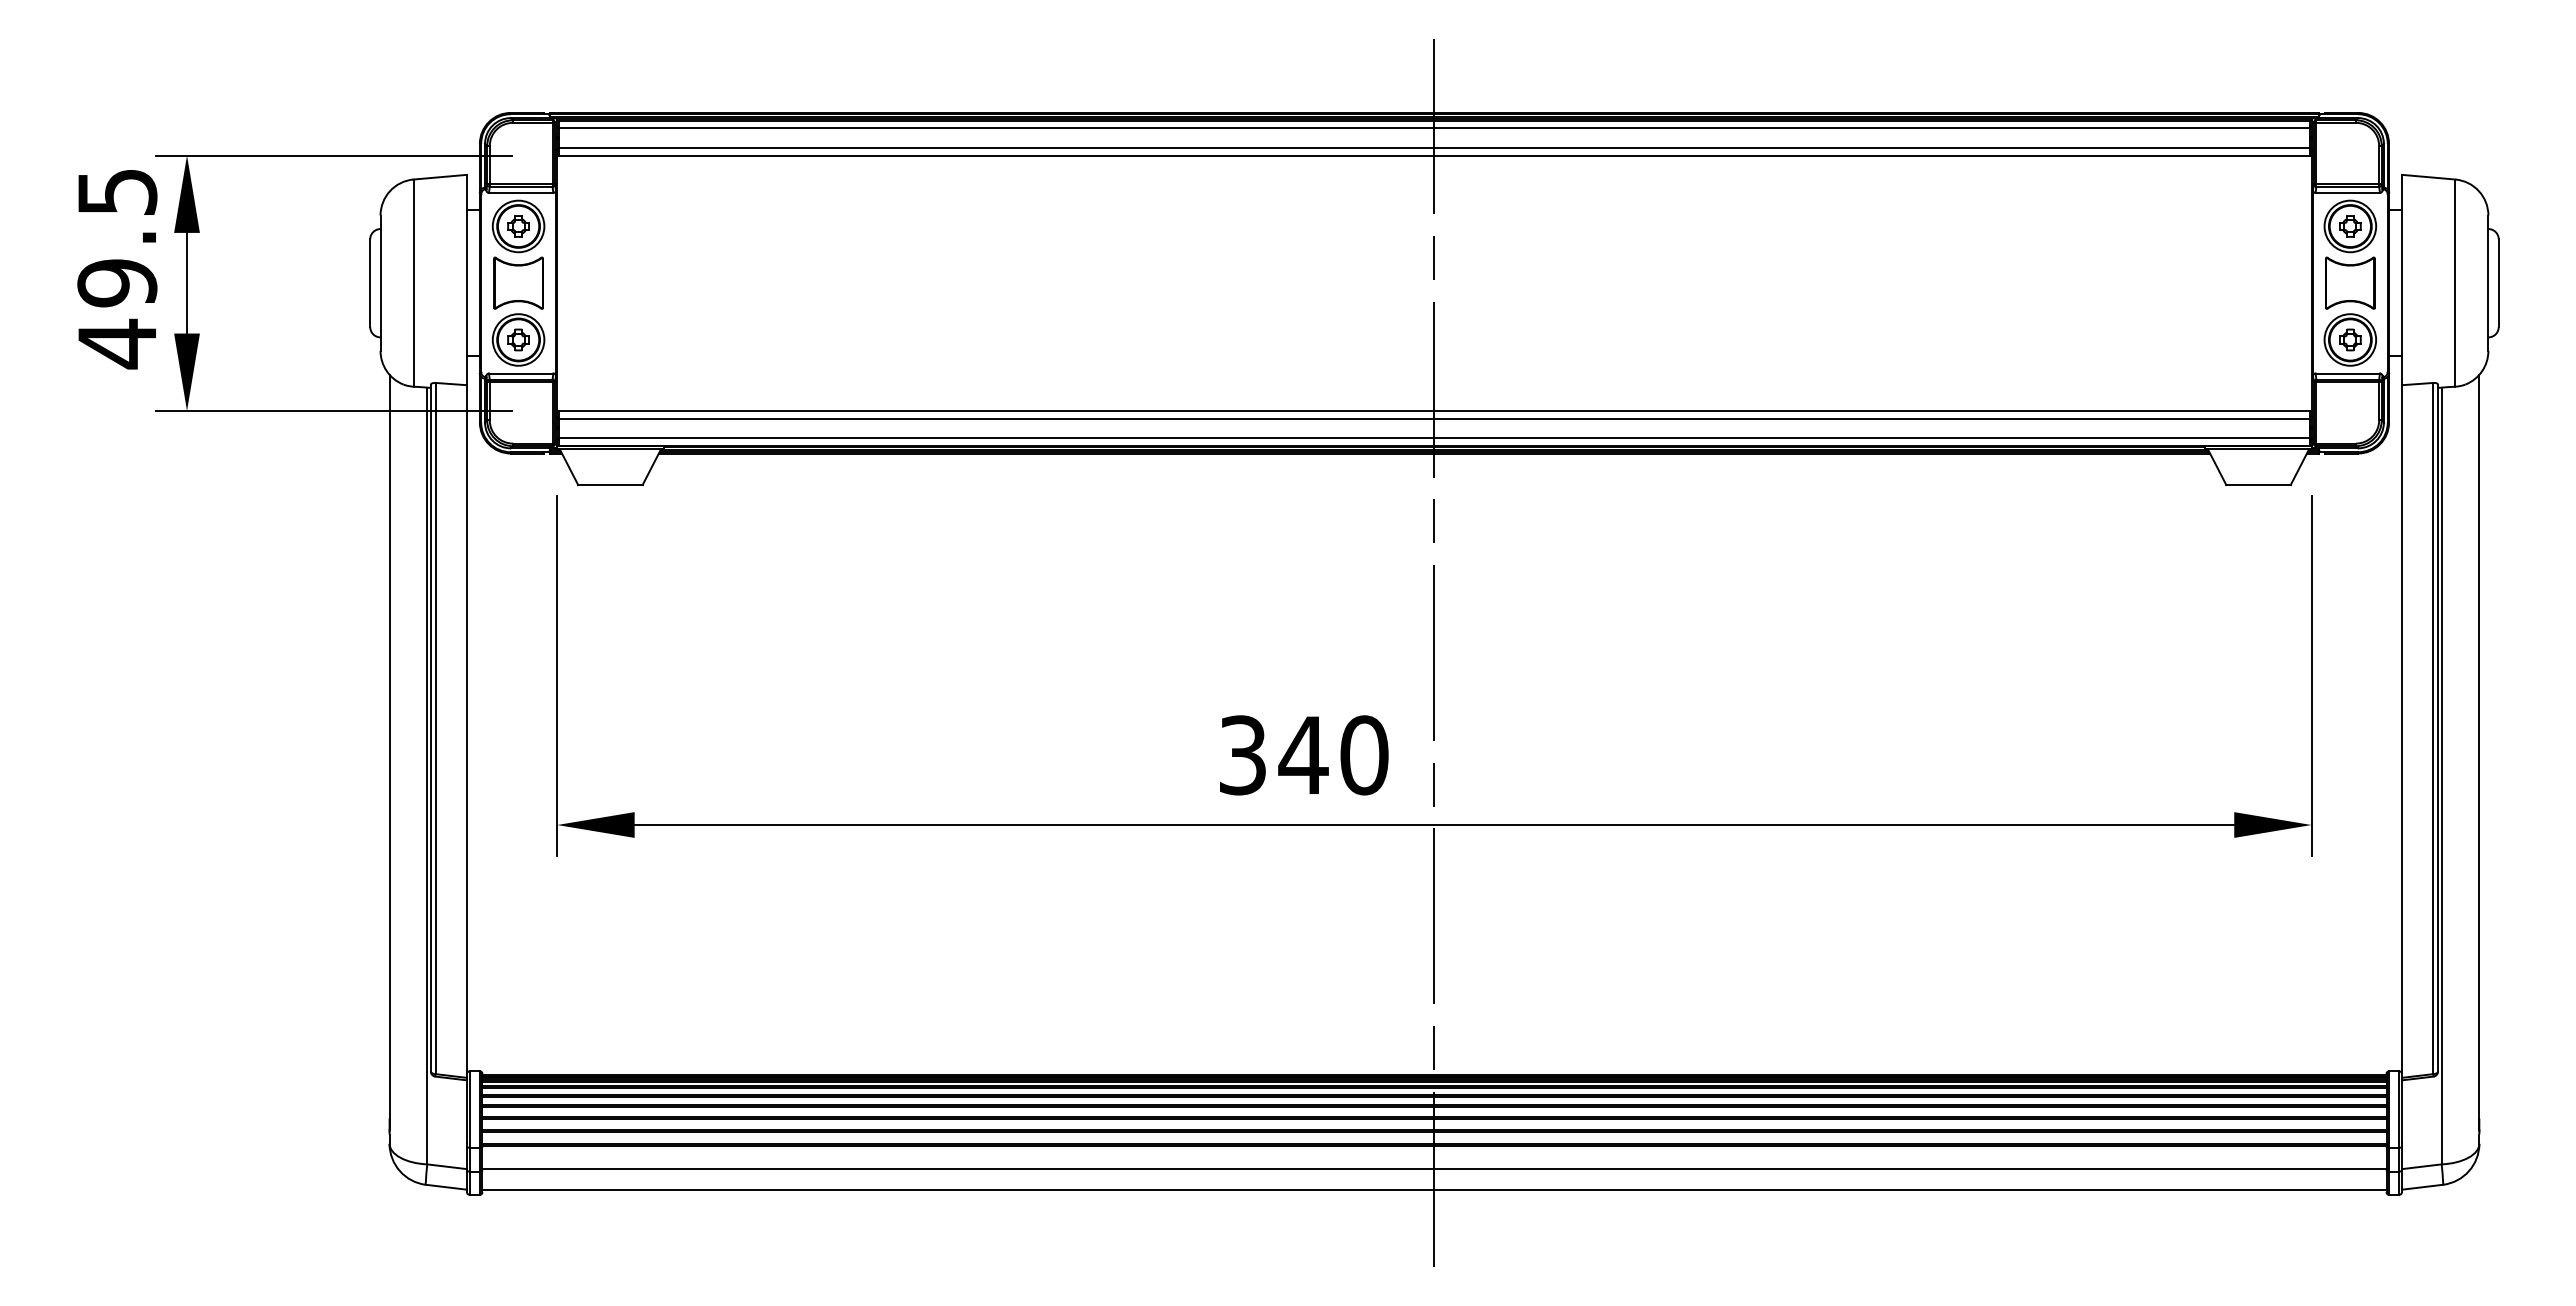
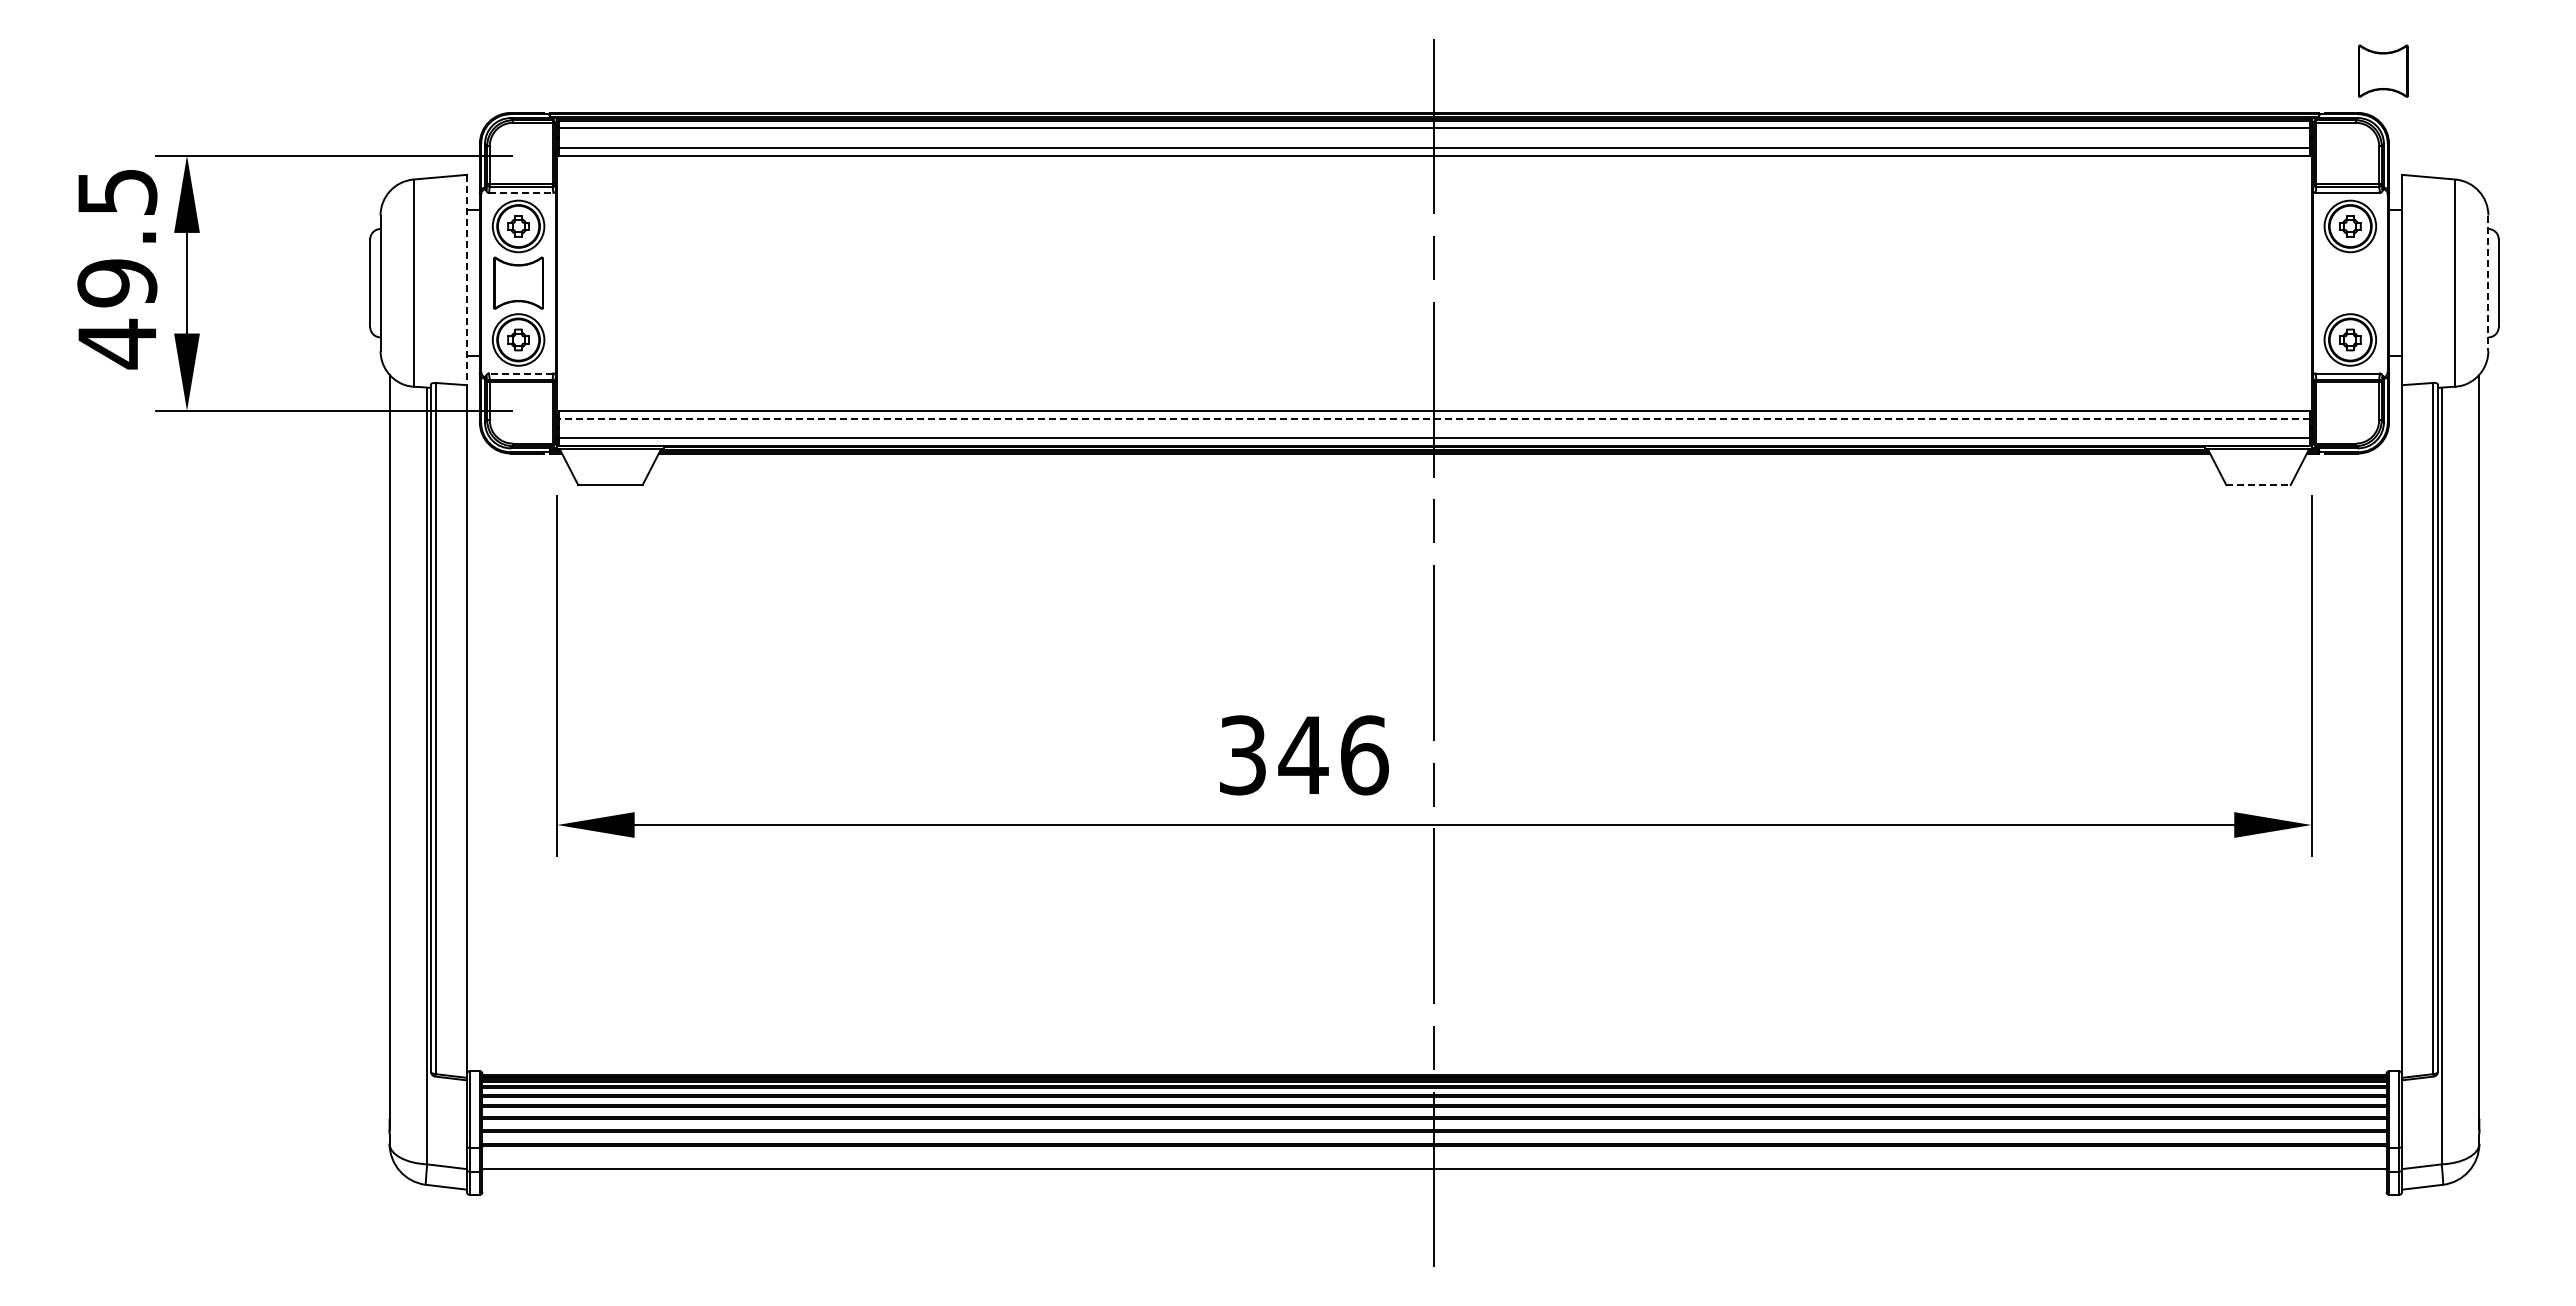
line at (521, 192): solid -> dashed
line at (466, 280): solid -> dashed
part at (2350, 282) position: (2350, 282) -> (2383, 70)
line at (2488, 283): solid -> dashed
line at (520, 373): solid -> dashed
line at (1434, 418): solid -> dashed
line at (2259, 484): solid -> dashed
text at (1364, 755): 340 -> 346
line at (1434, 1189): present -> none
